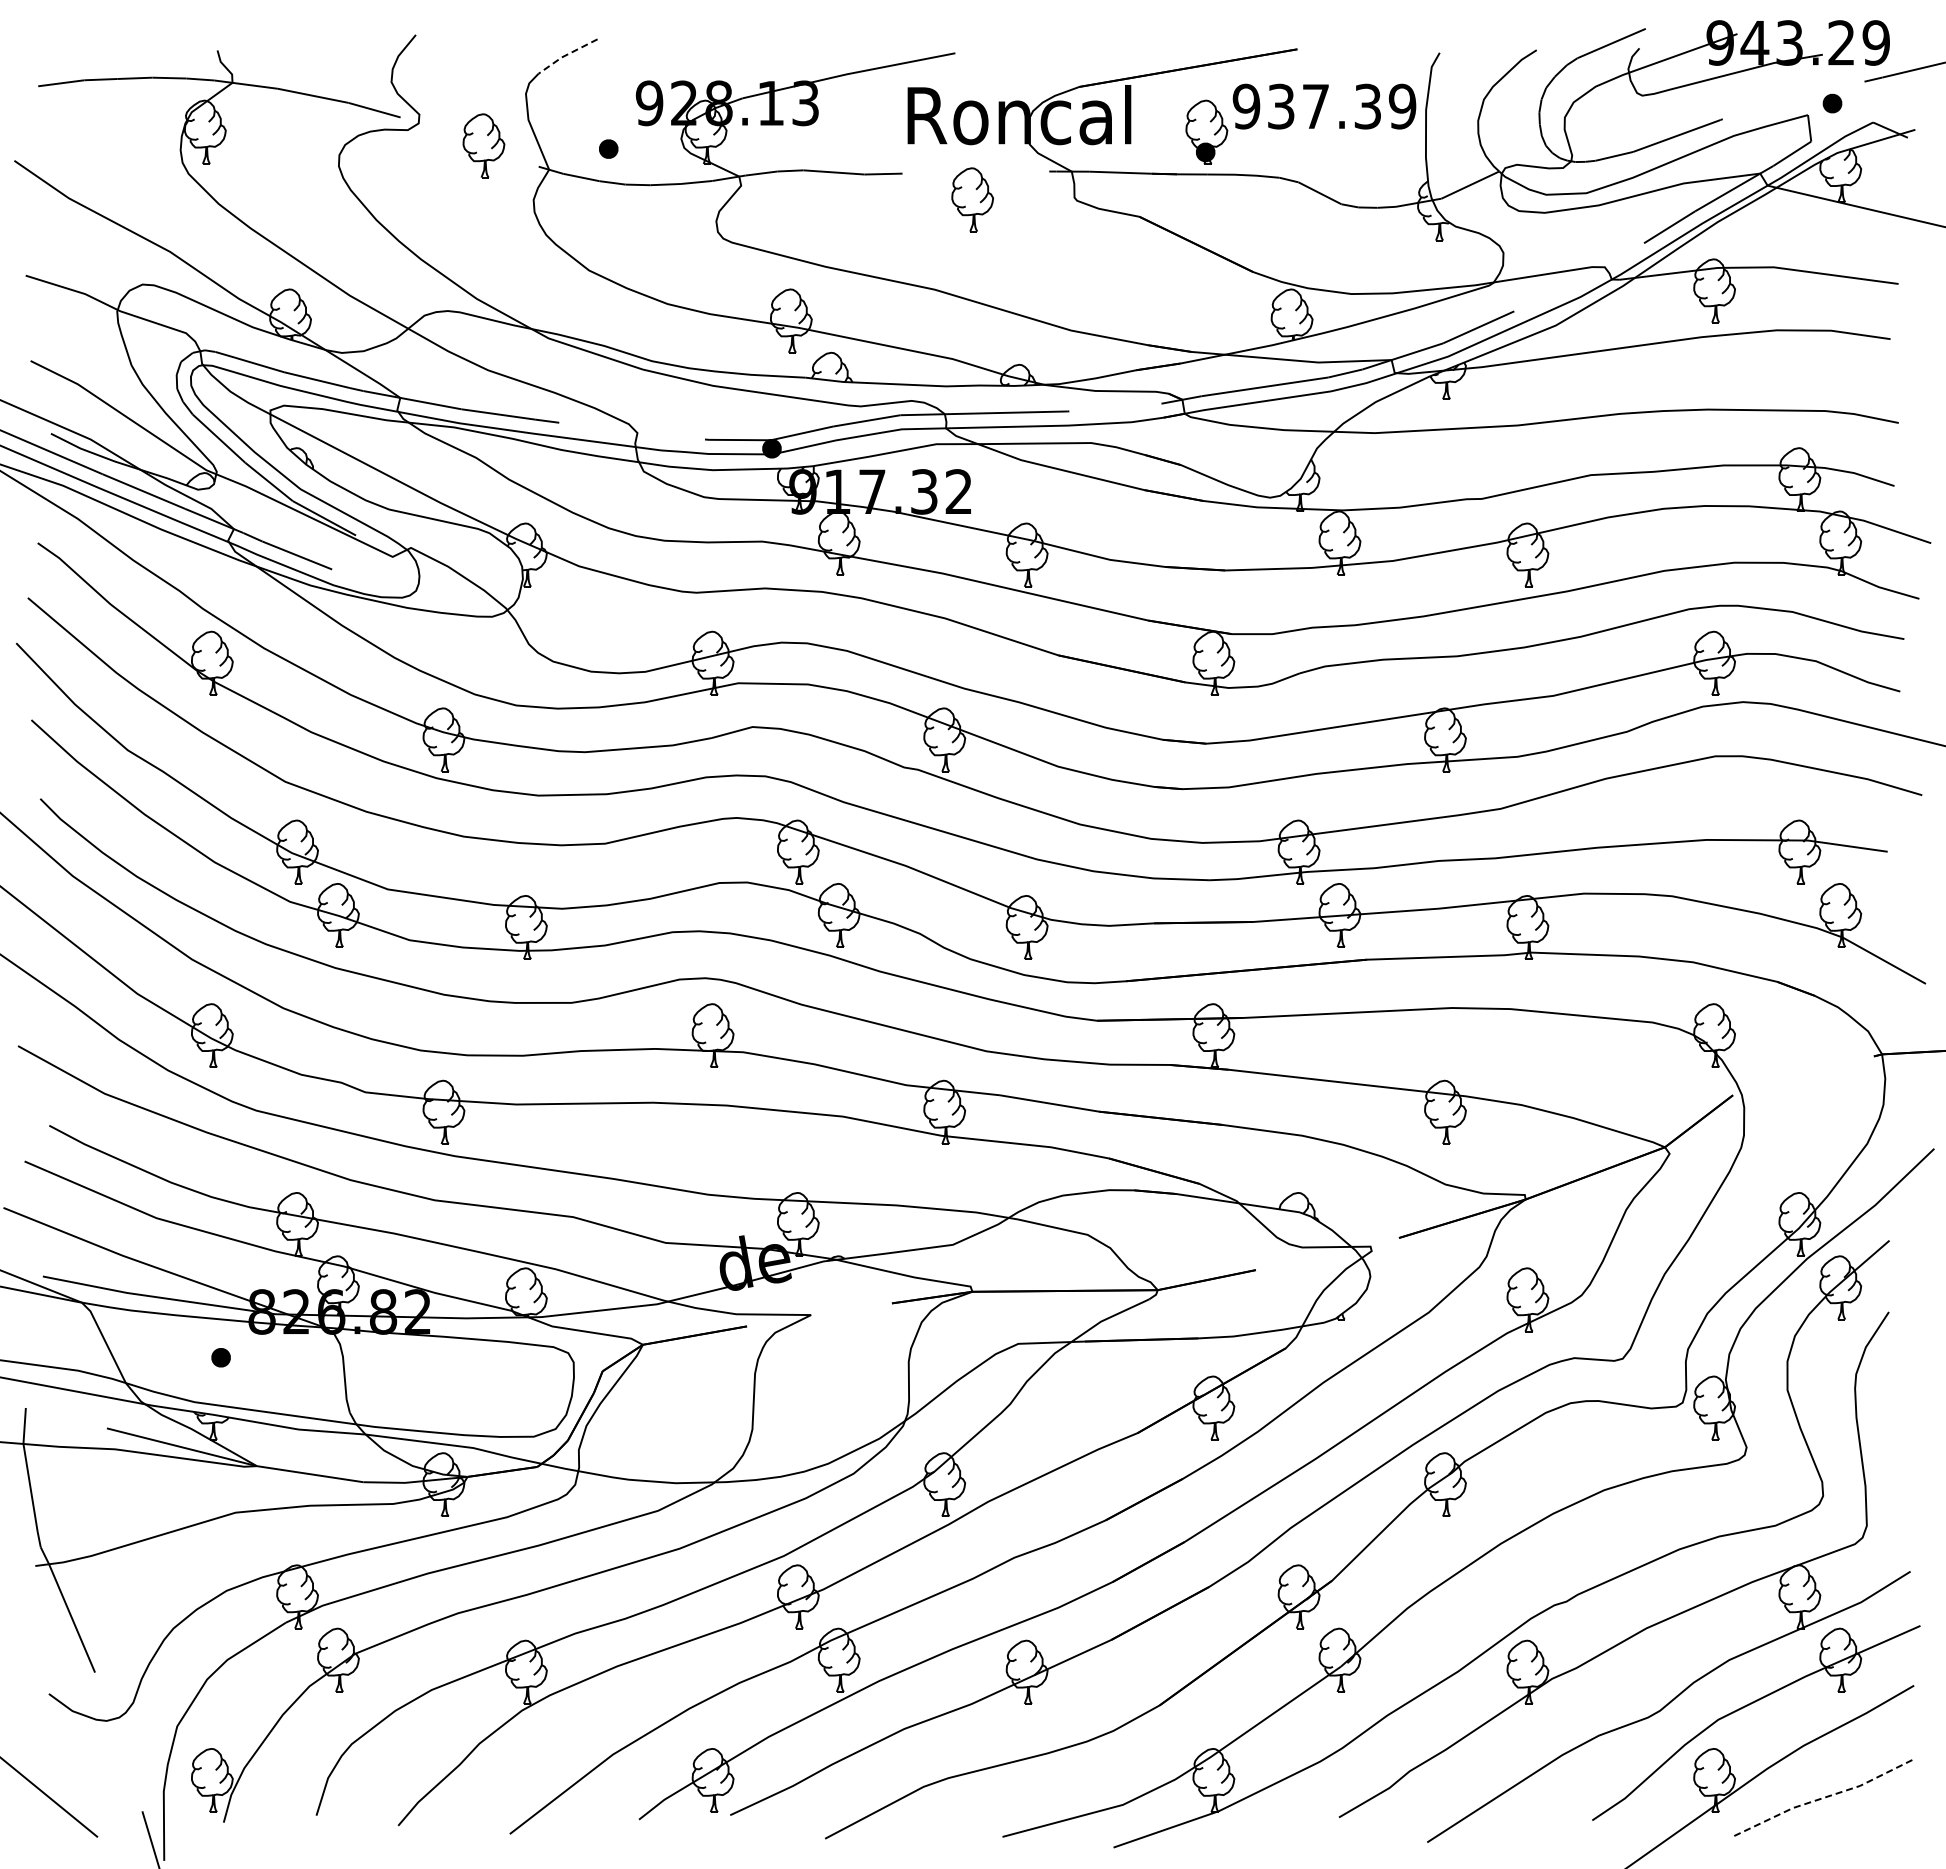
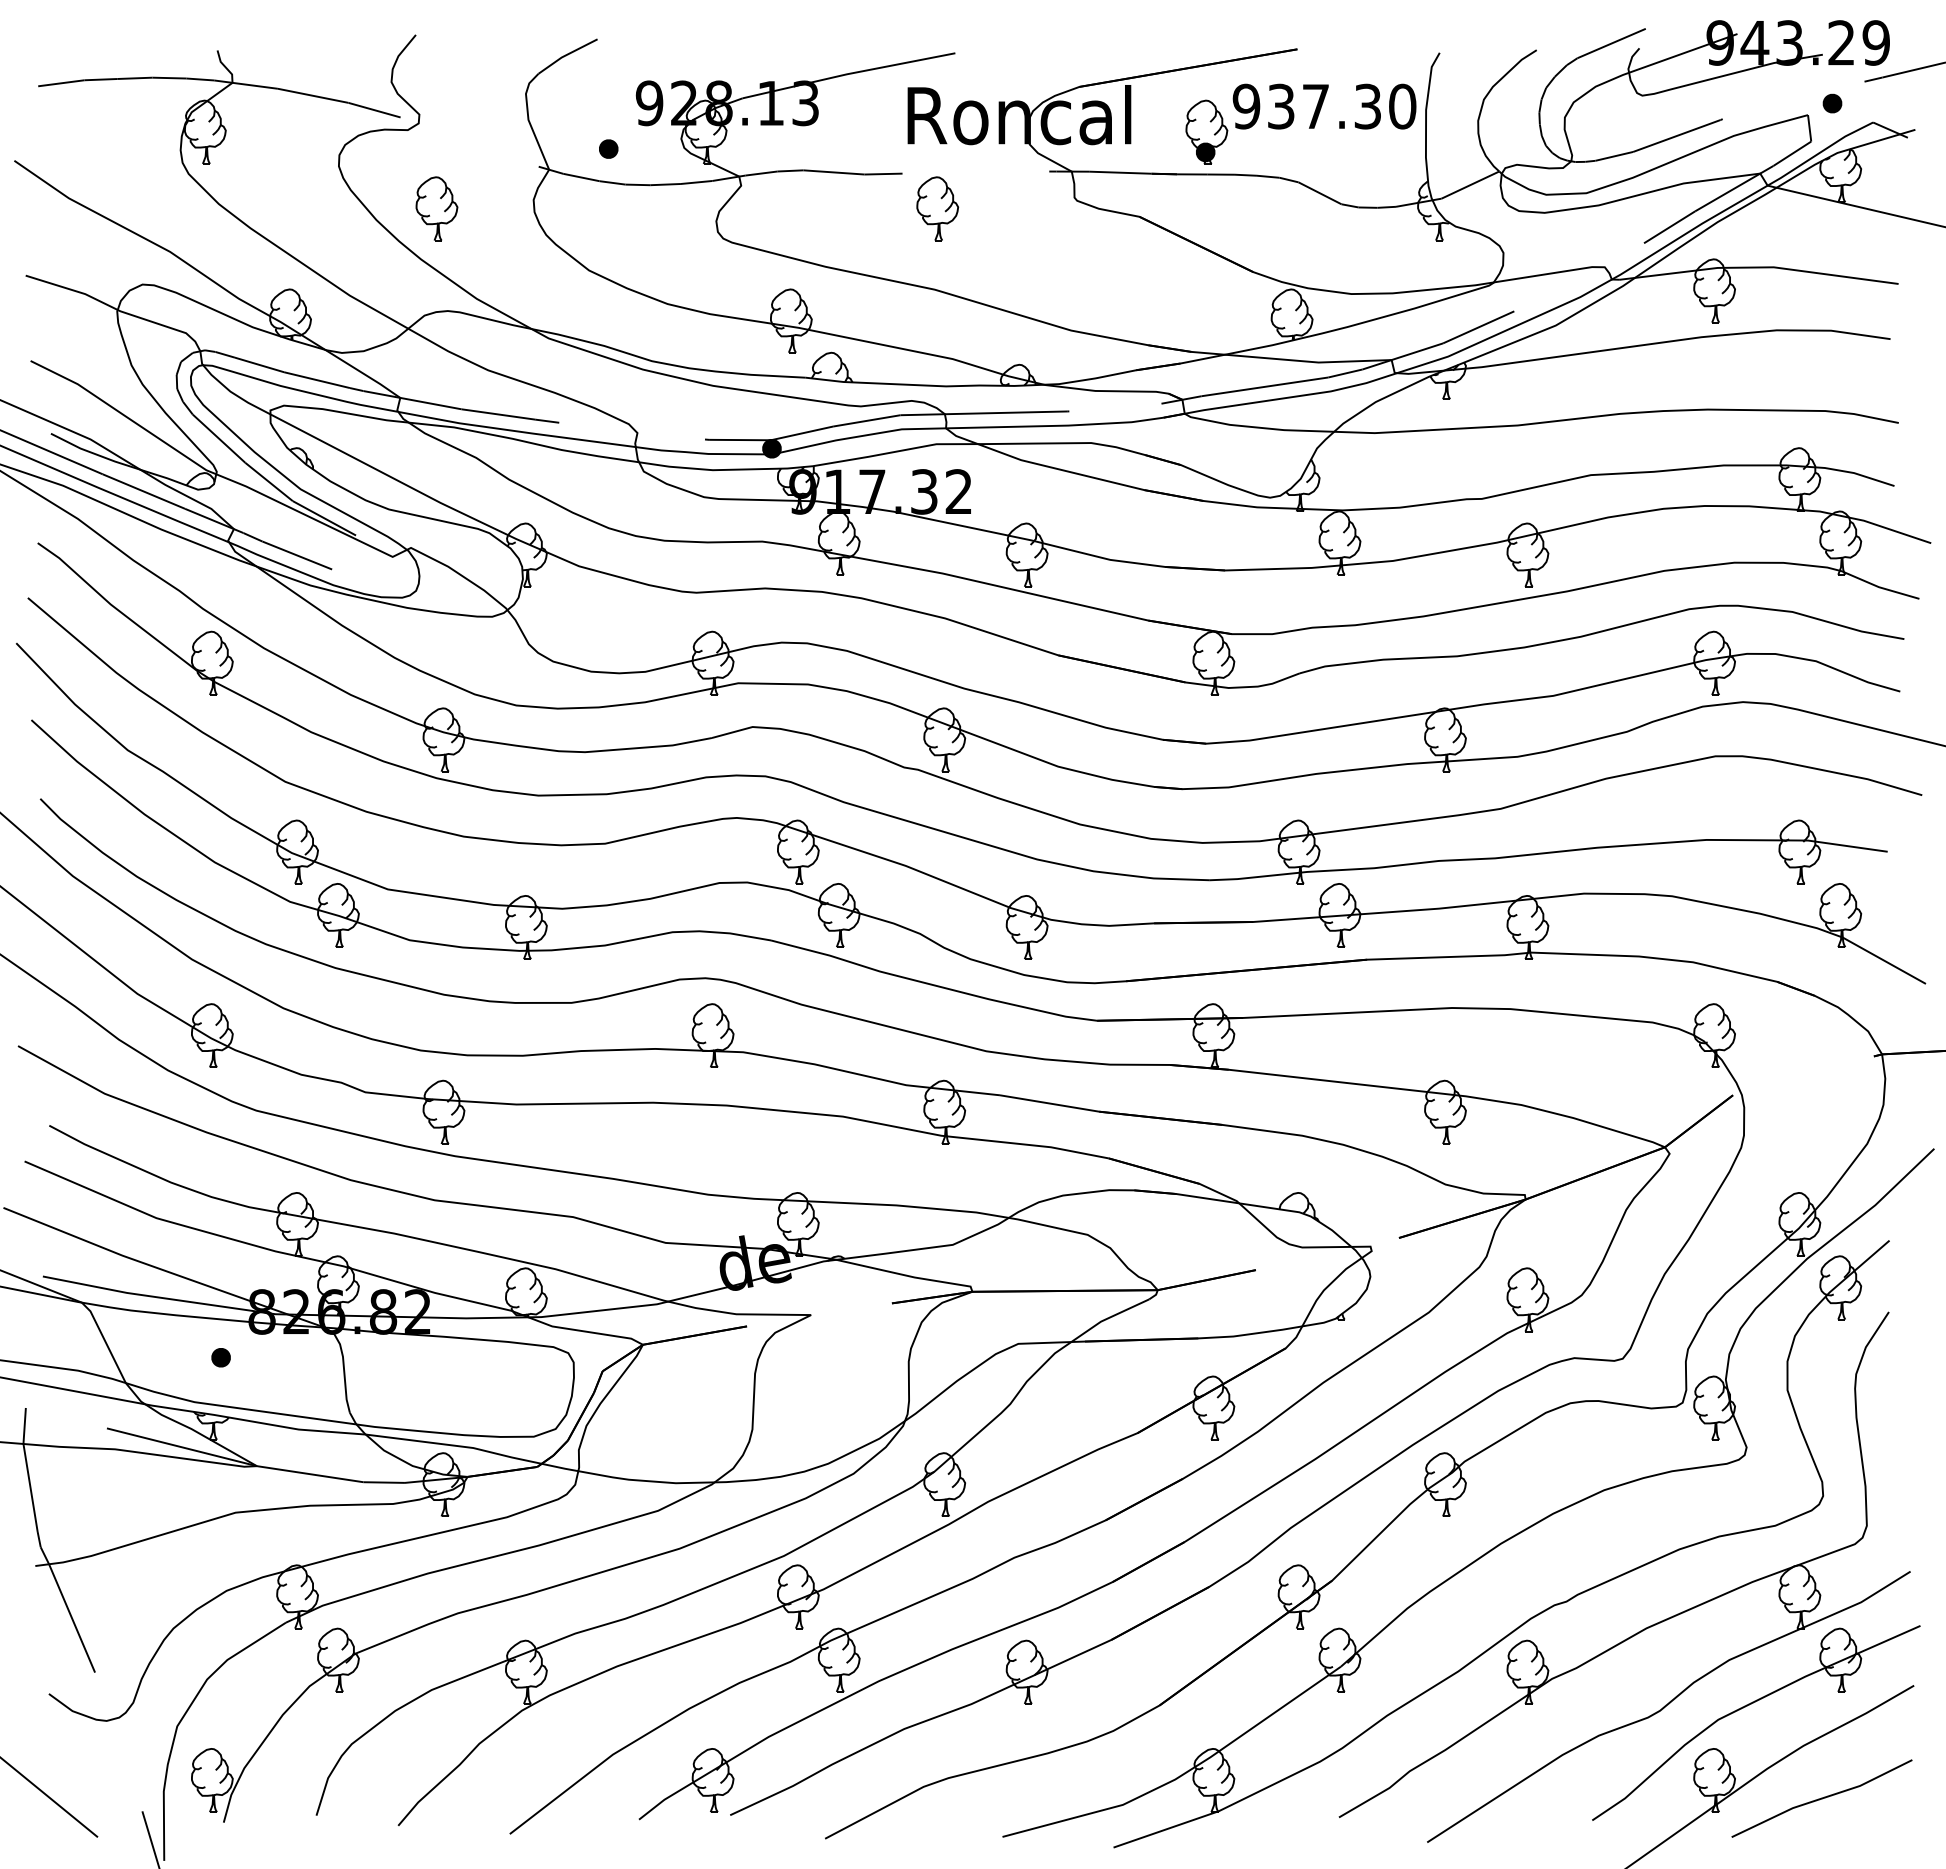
line at (566, 55): dashed -> solid
text at (1402, 106): 937.39 -> 937.30
part at (483, 145) position: (483, 145) -> (436, 208)
part at (972, 199) position: (972, 199) -> (937, 208)
line at (1822, 1798): dashed -> solid
